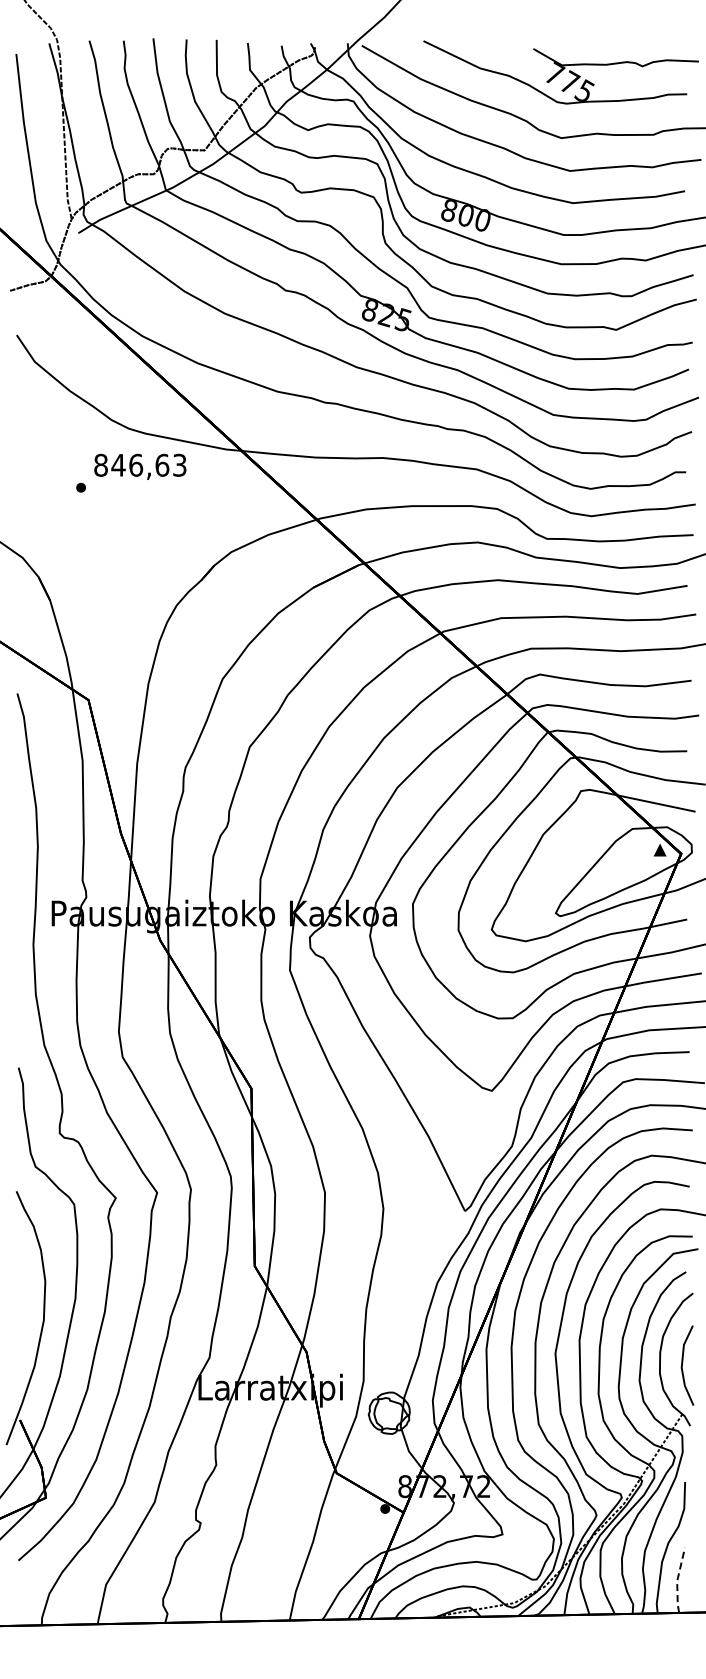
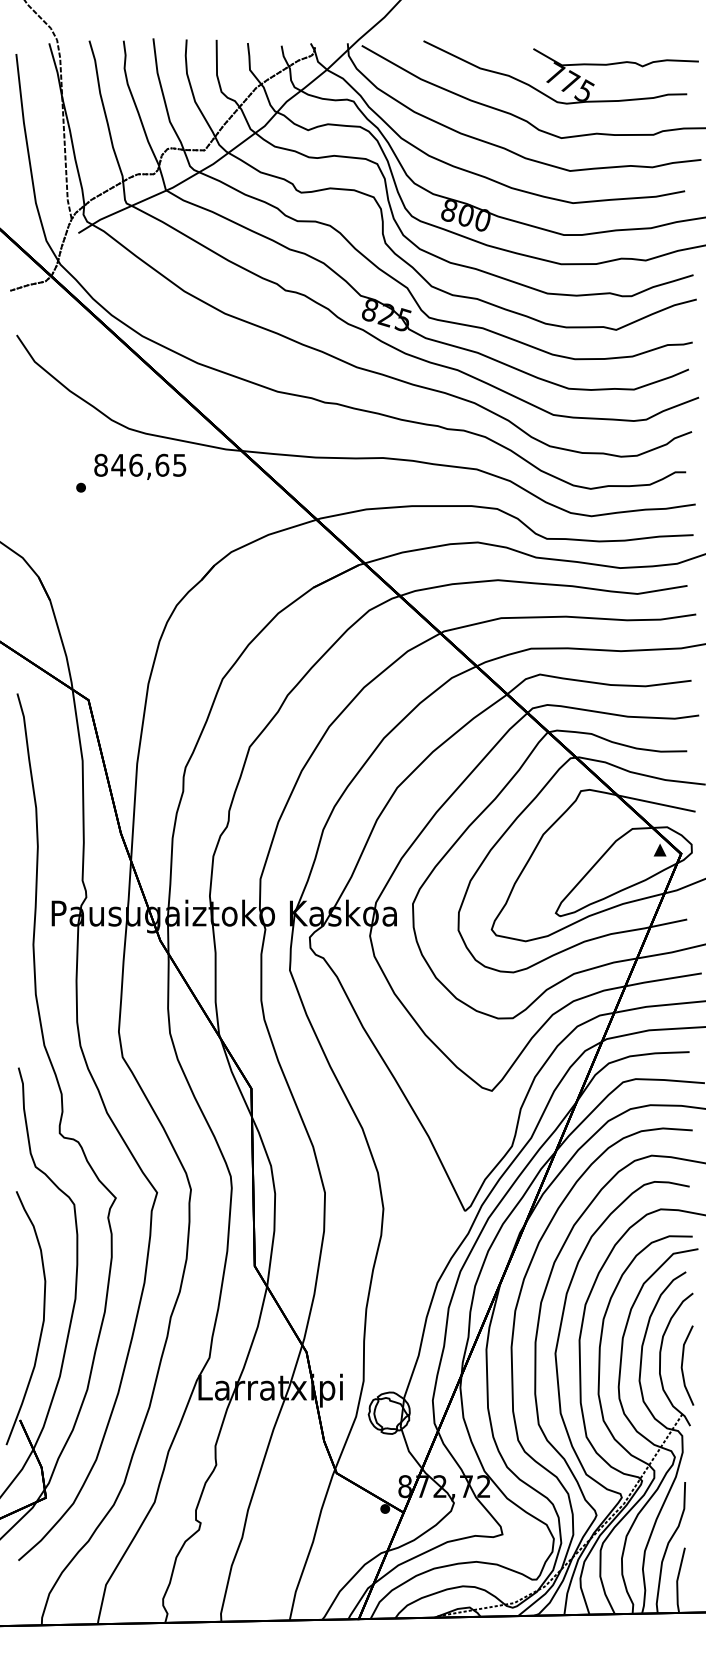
text at (179, 464): 846,63 -> 846,65
line at (677, 1581): dashed -> solid
